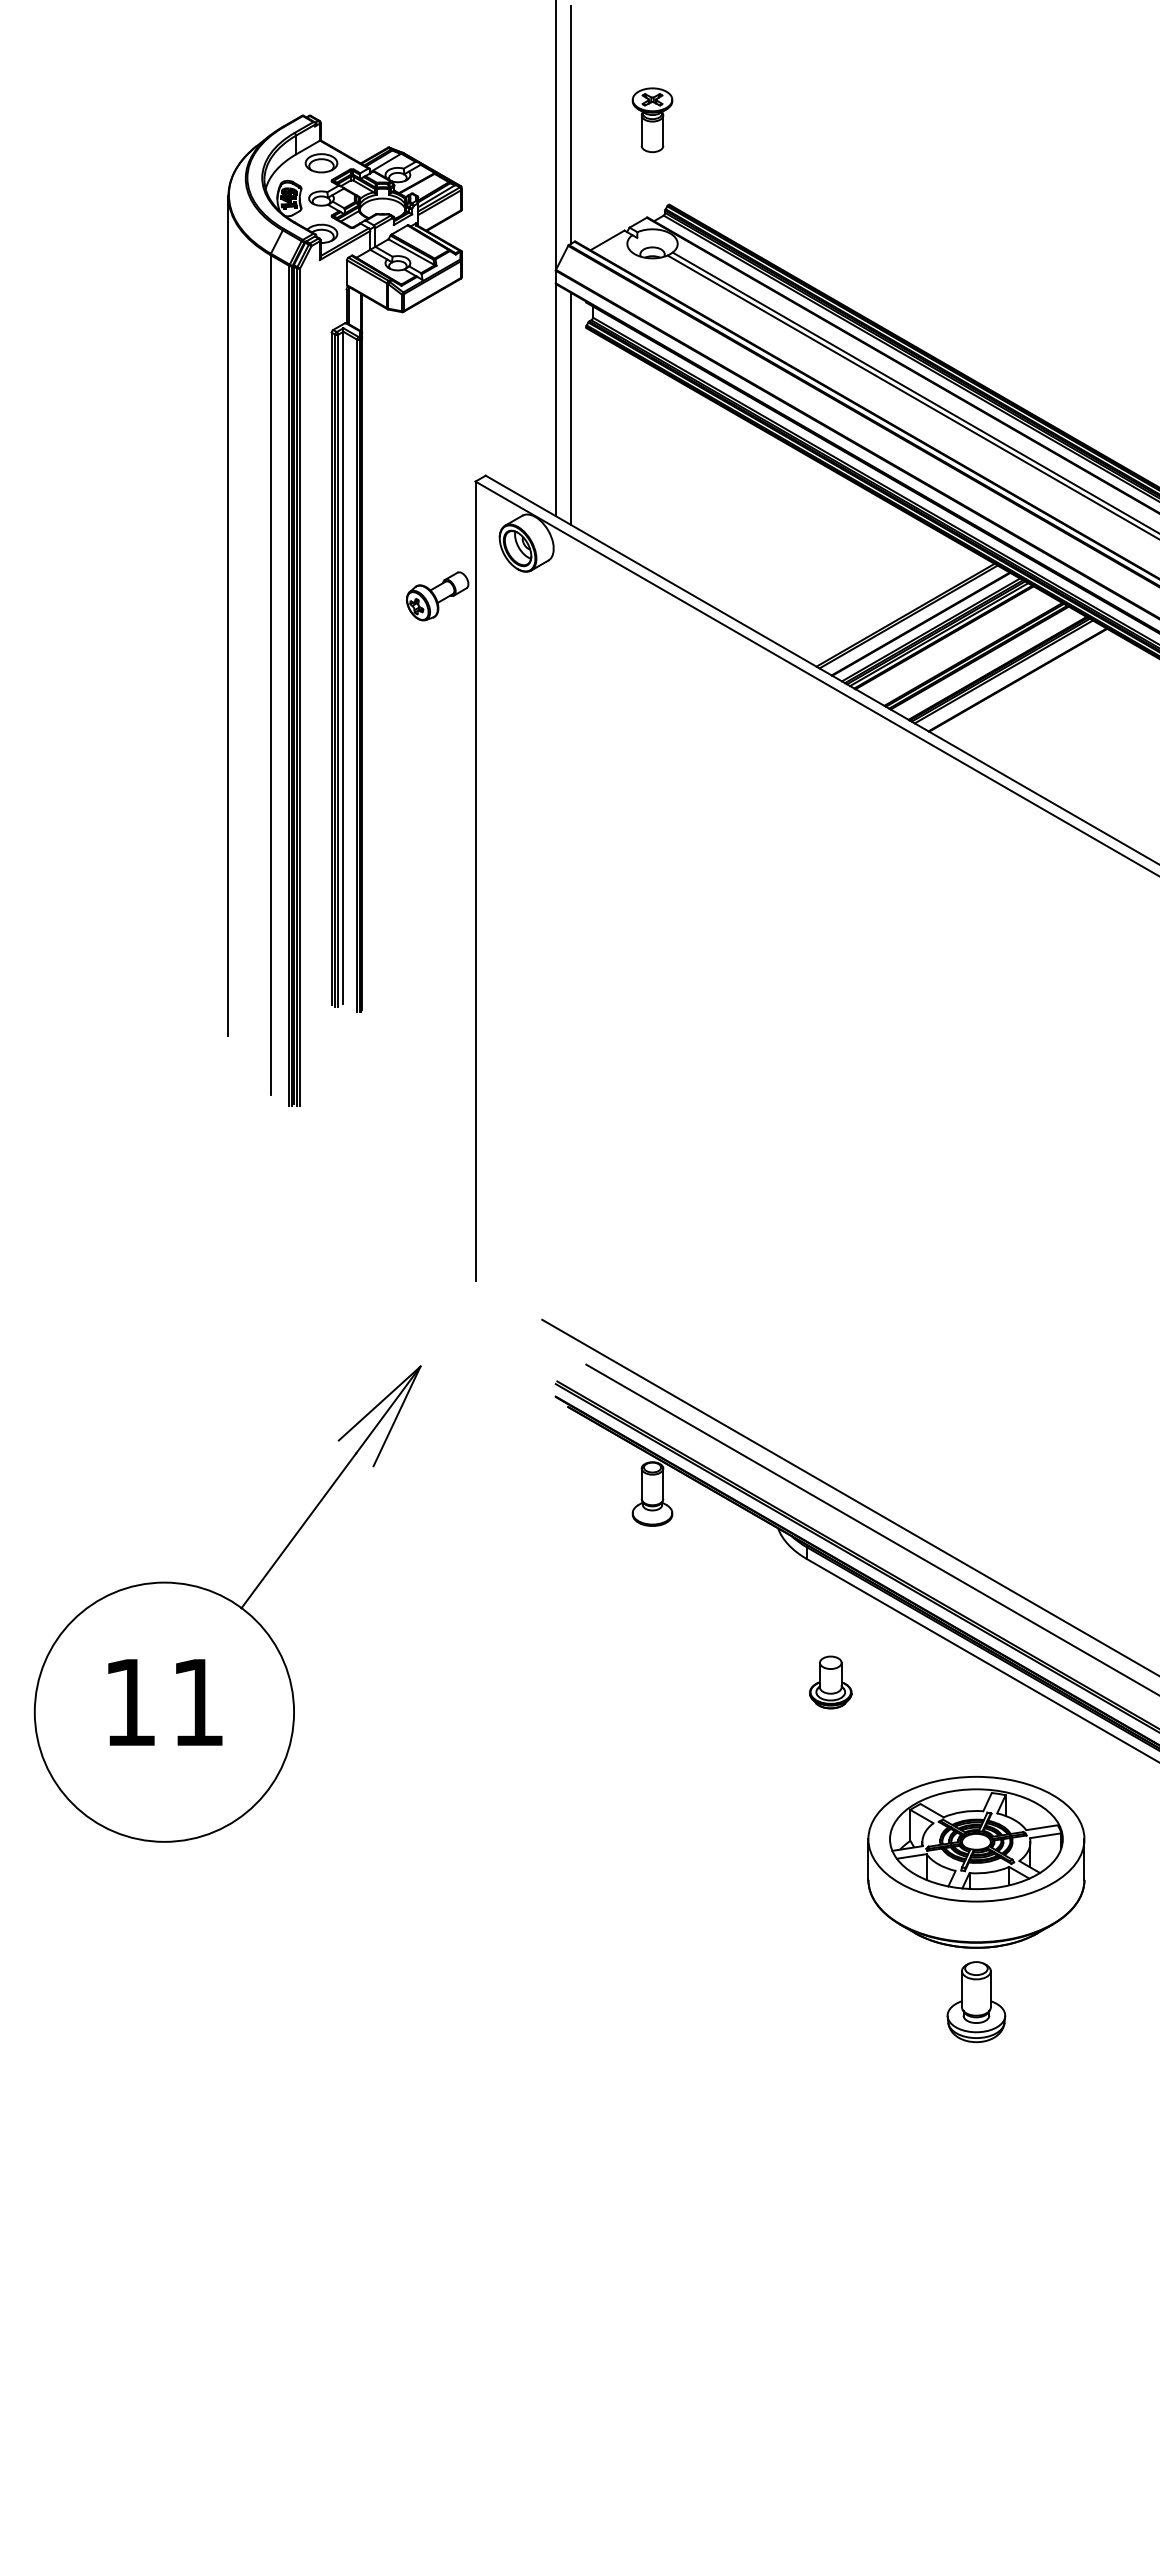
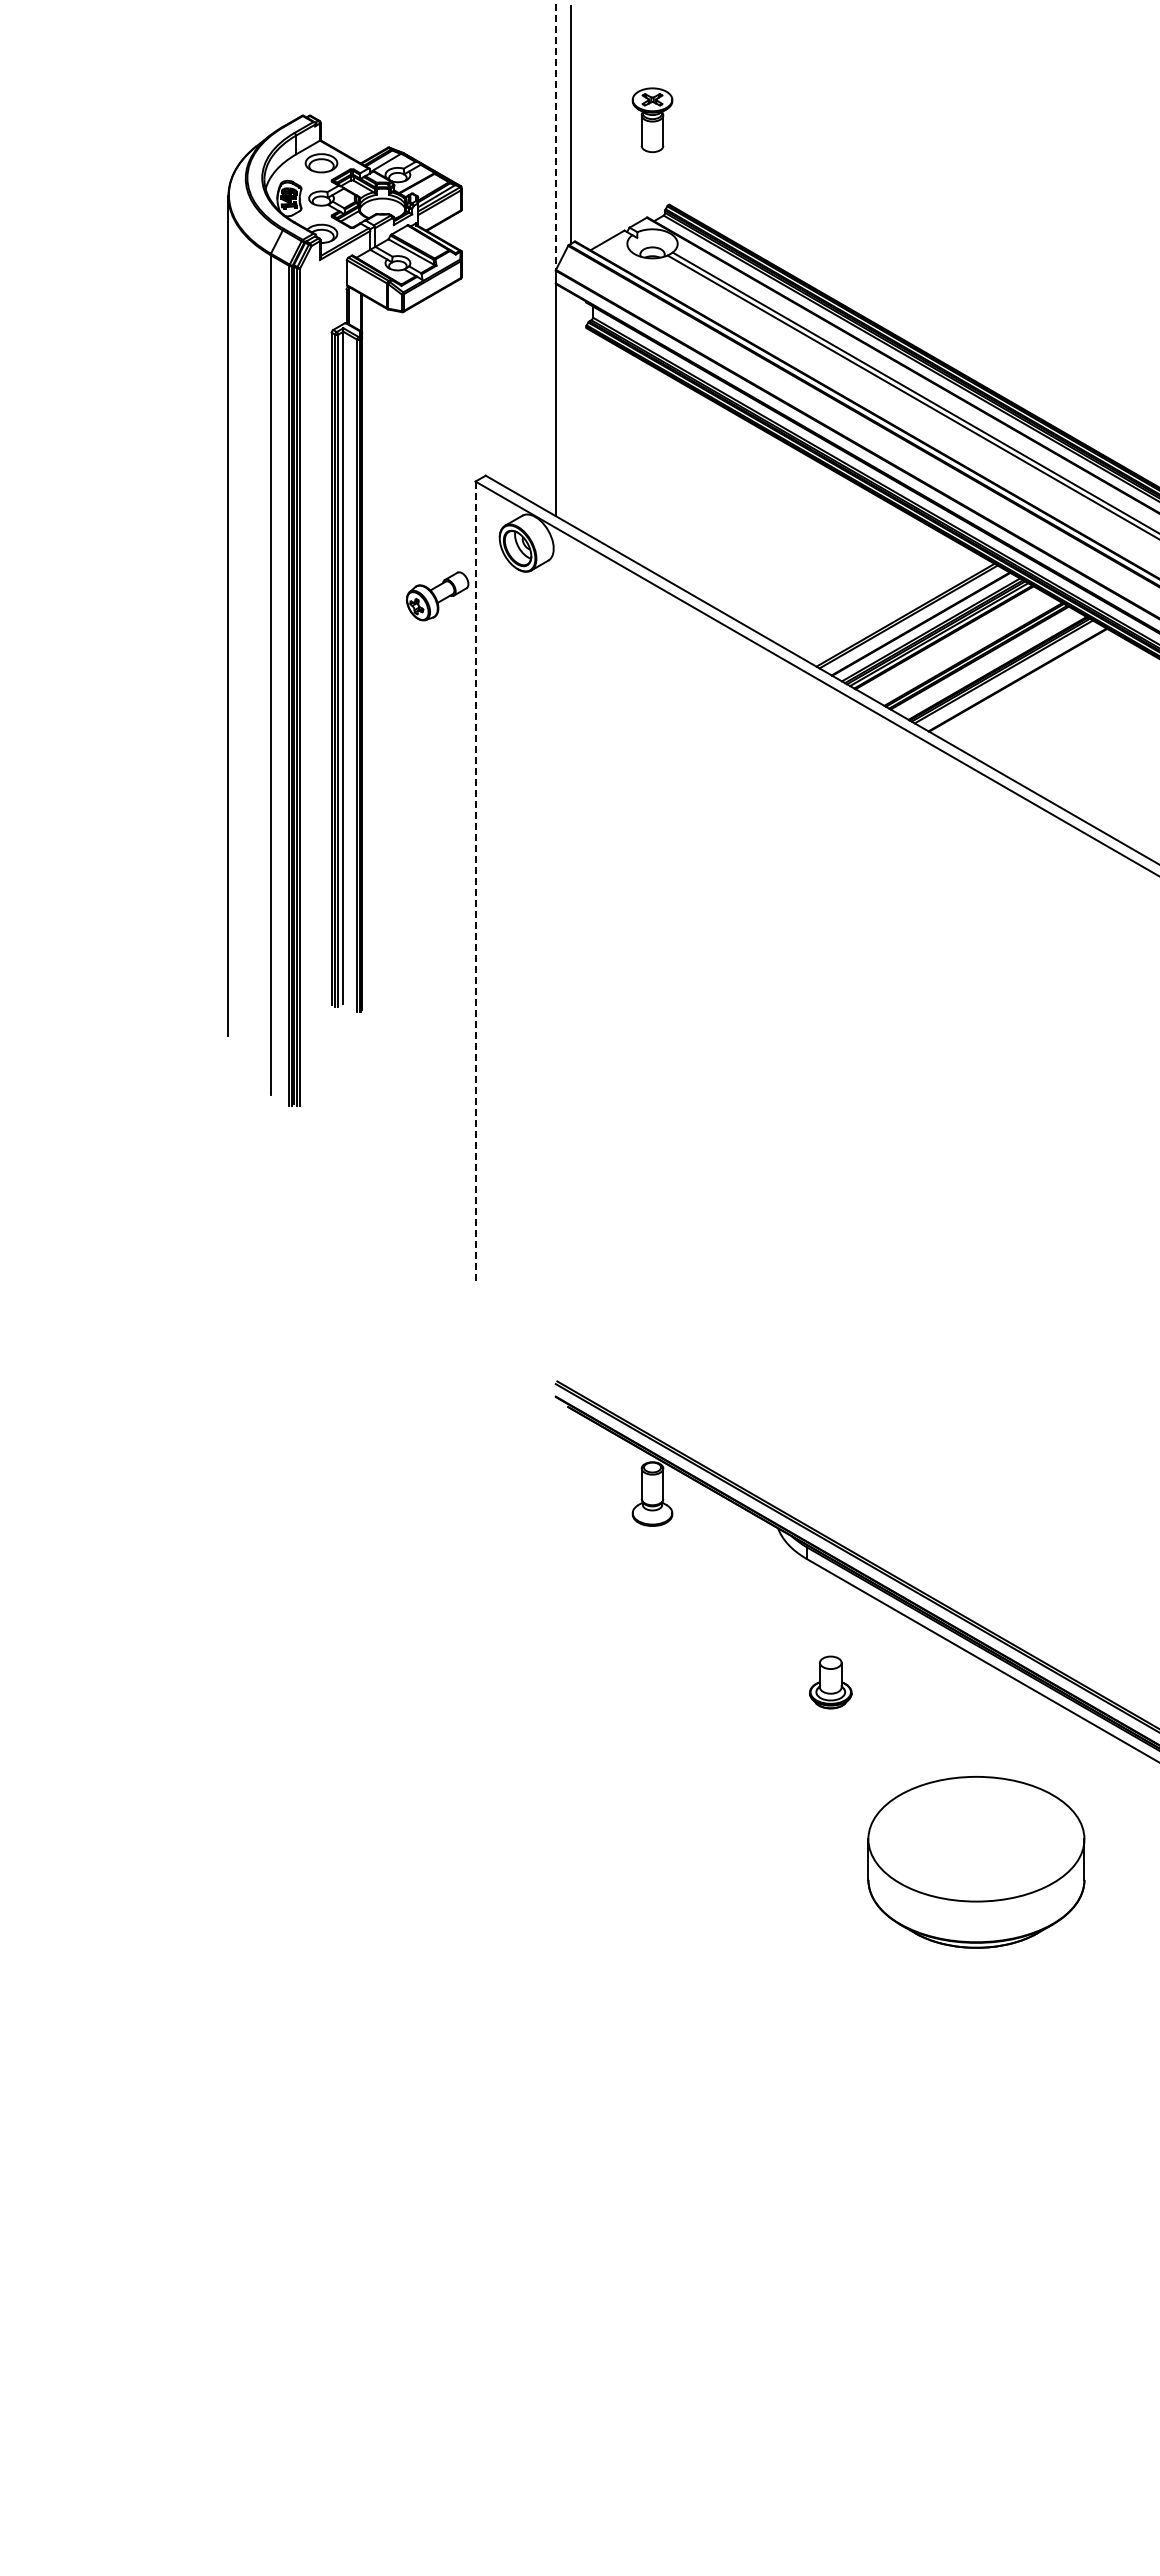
line at (555, 136): solid -> dashed
line at (571, 408): present -> none
line at (475, 881): solid -> dashed
line at (849, 1496): present -> none
line at (871, 1528): present -> none
part at (227, 1603): present -> none
part at (976, 1838): present -> none
part at (976, 2002): present -> none
